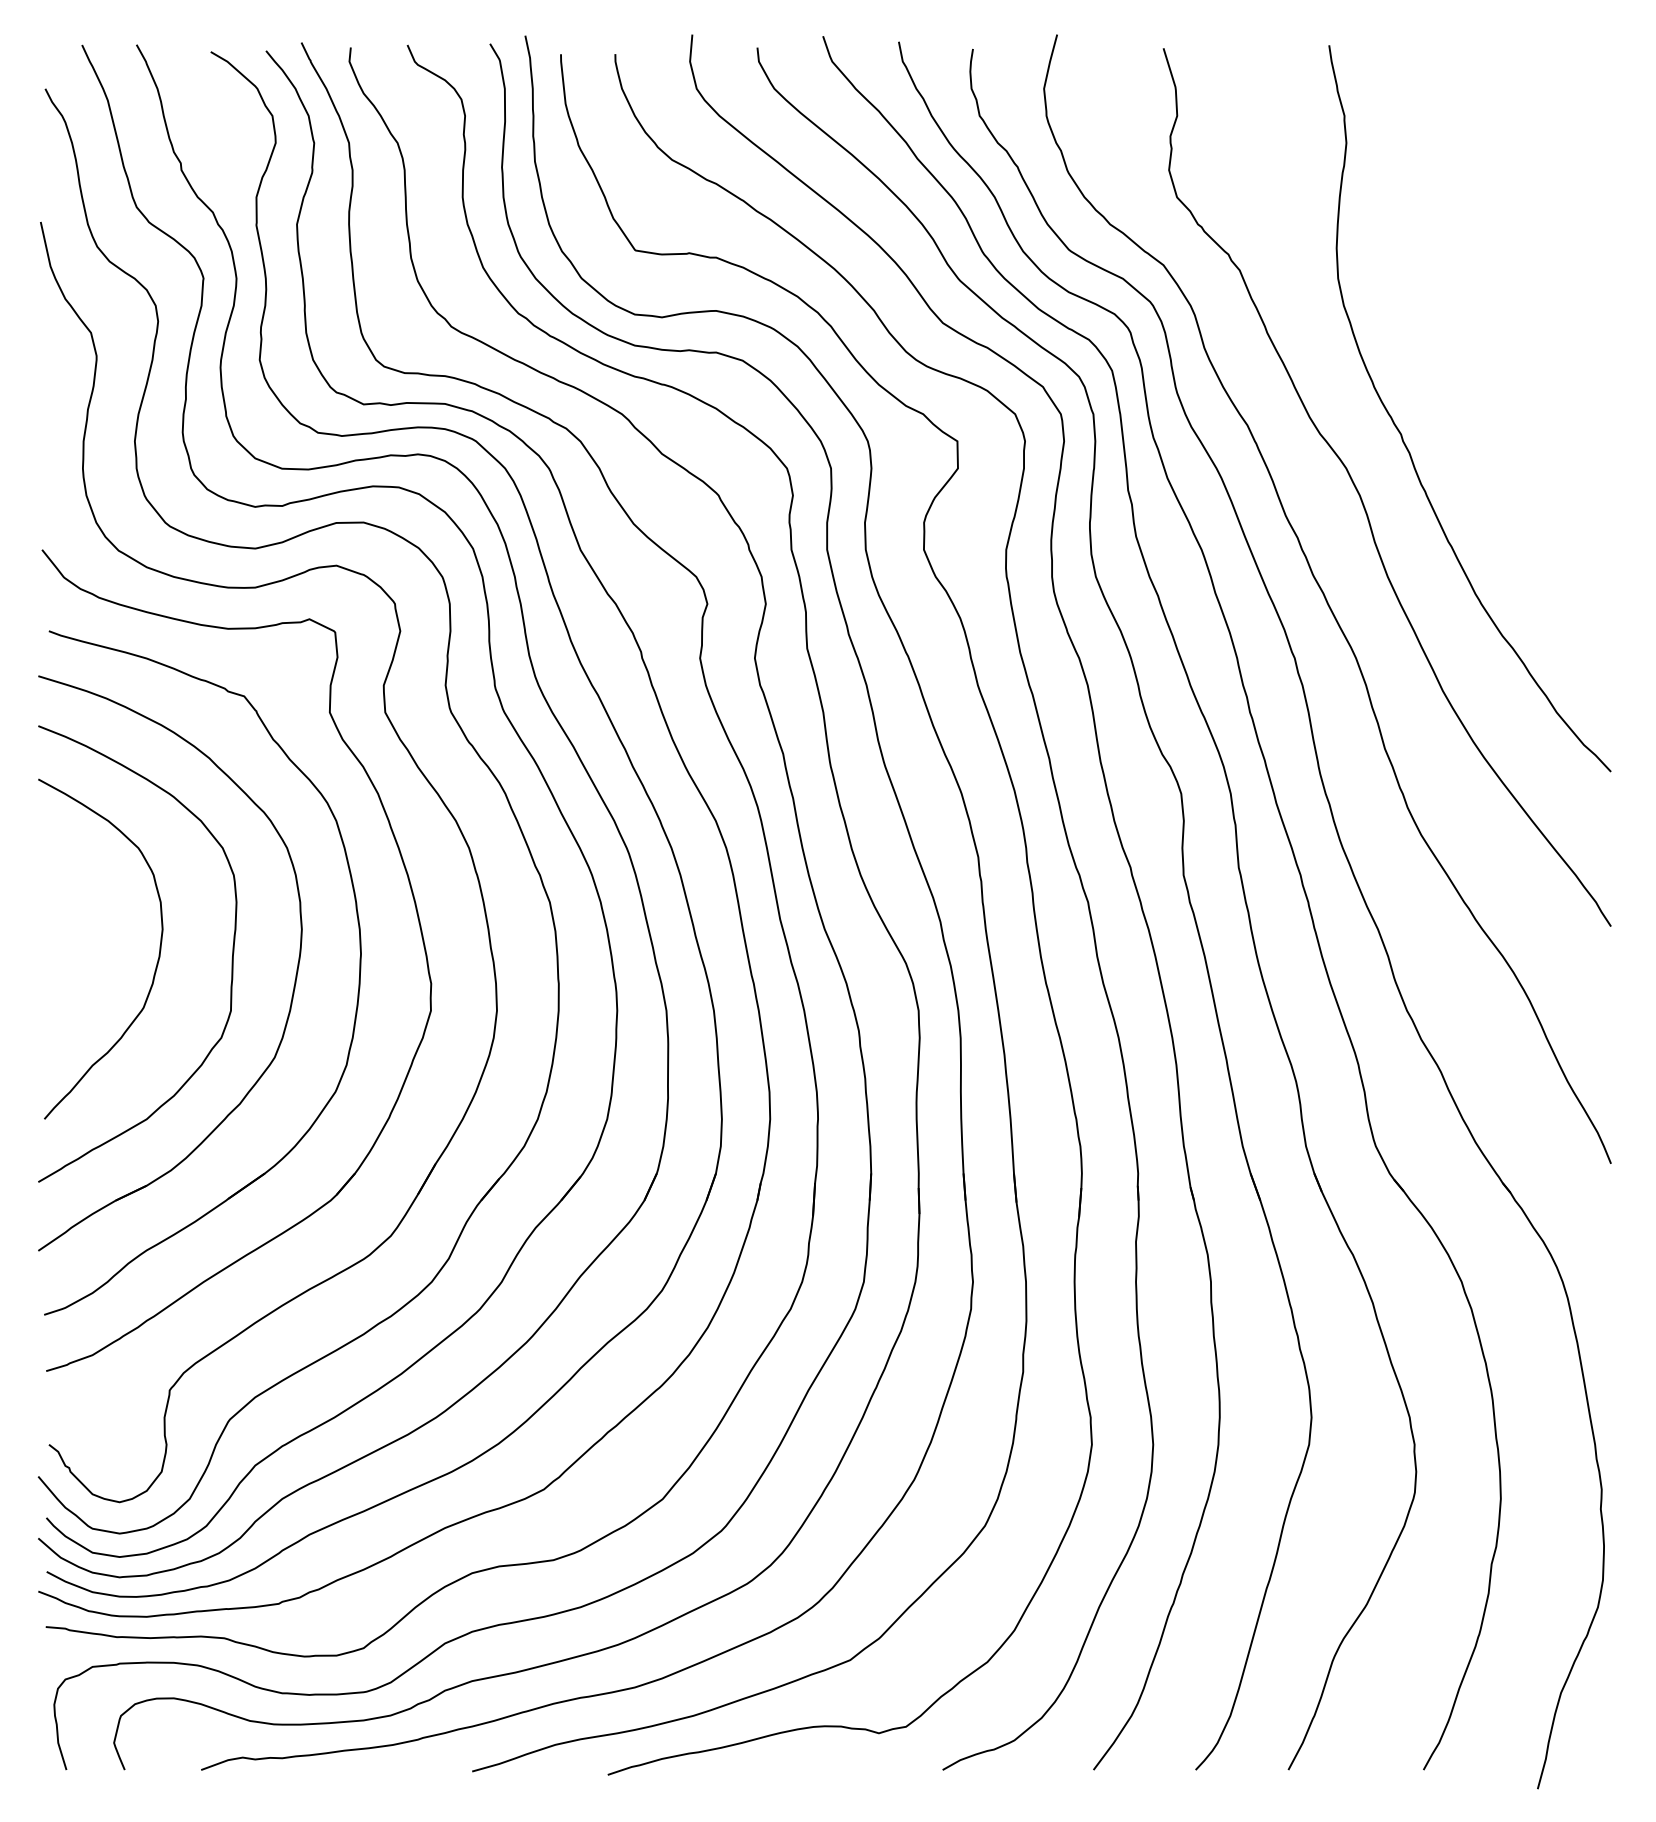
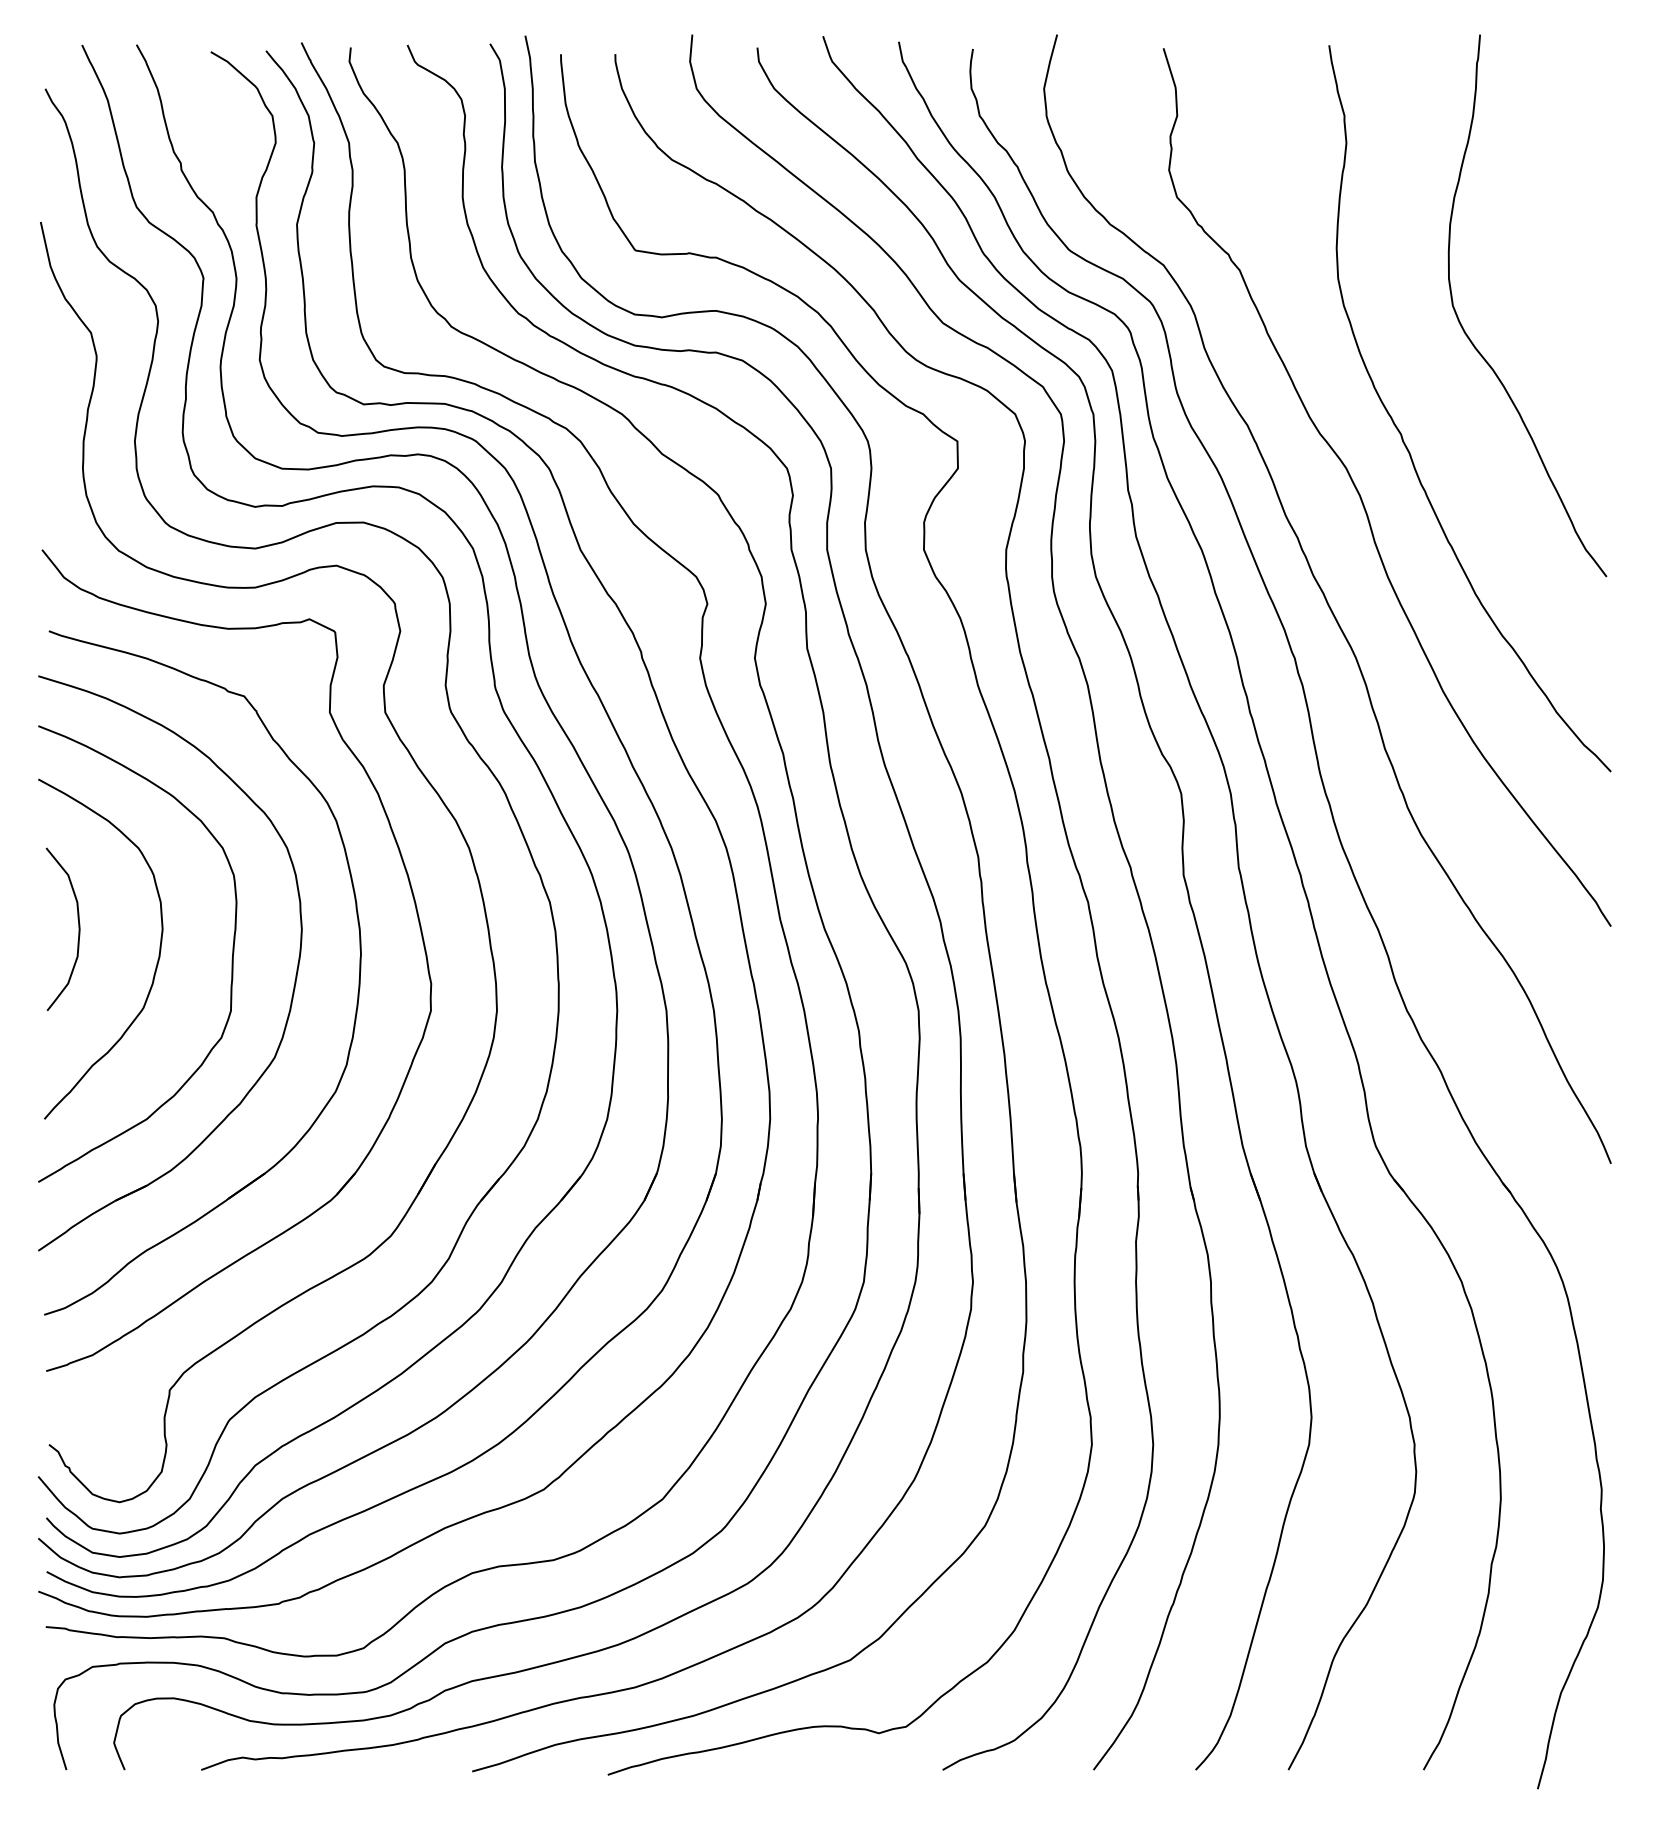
curve at (1472, 341): none -> present
curve at (78, 928): none -> present
